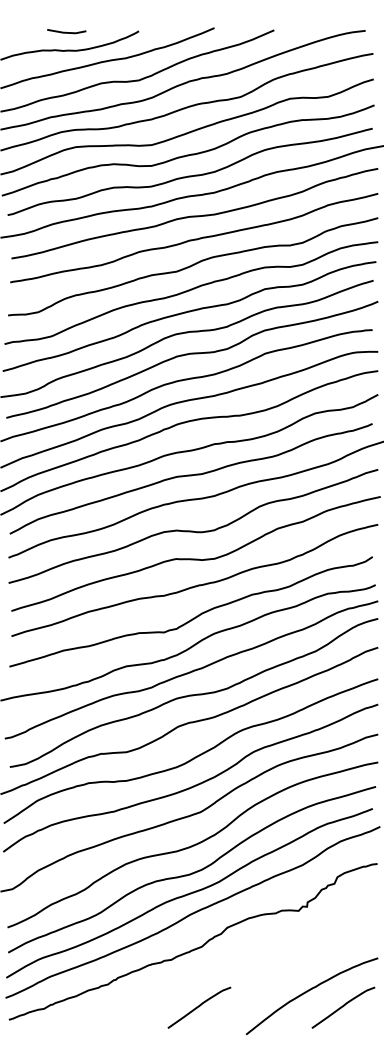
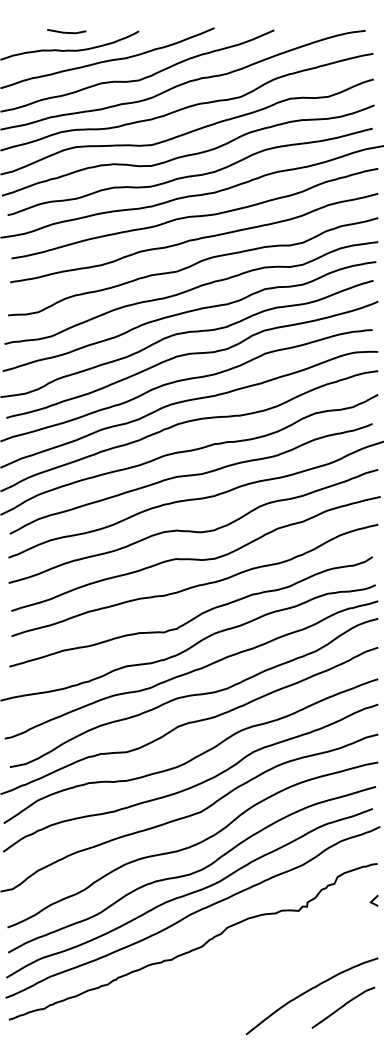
line at (373, 900): none -> present
curve at (199, 1007): present -> none
